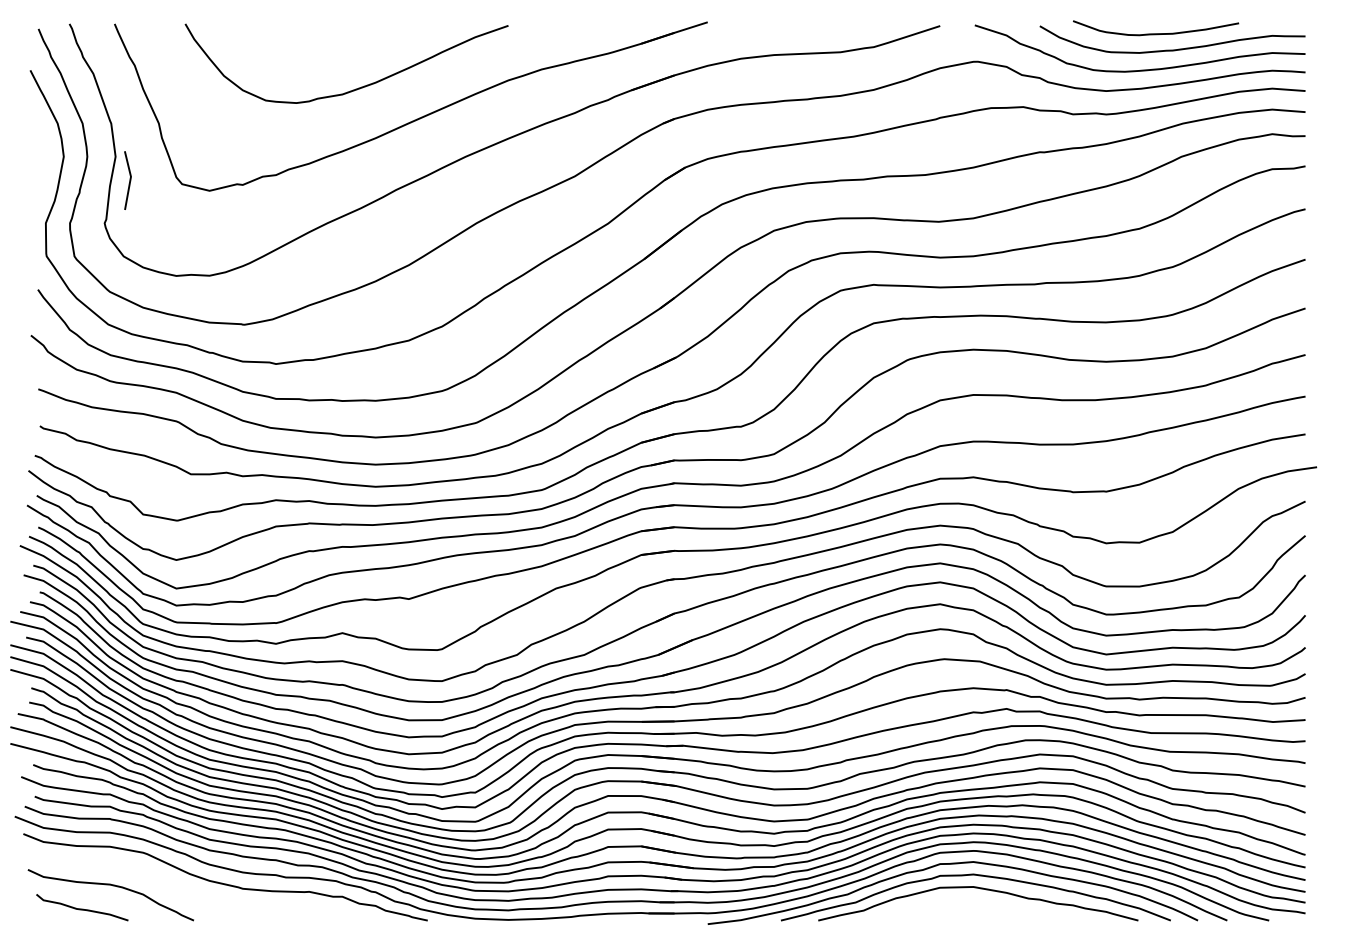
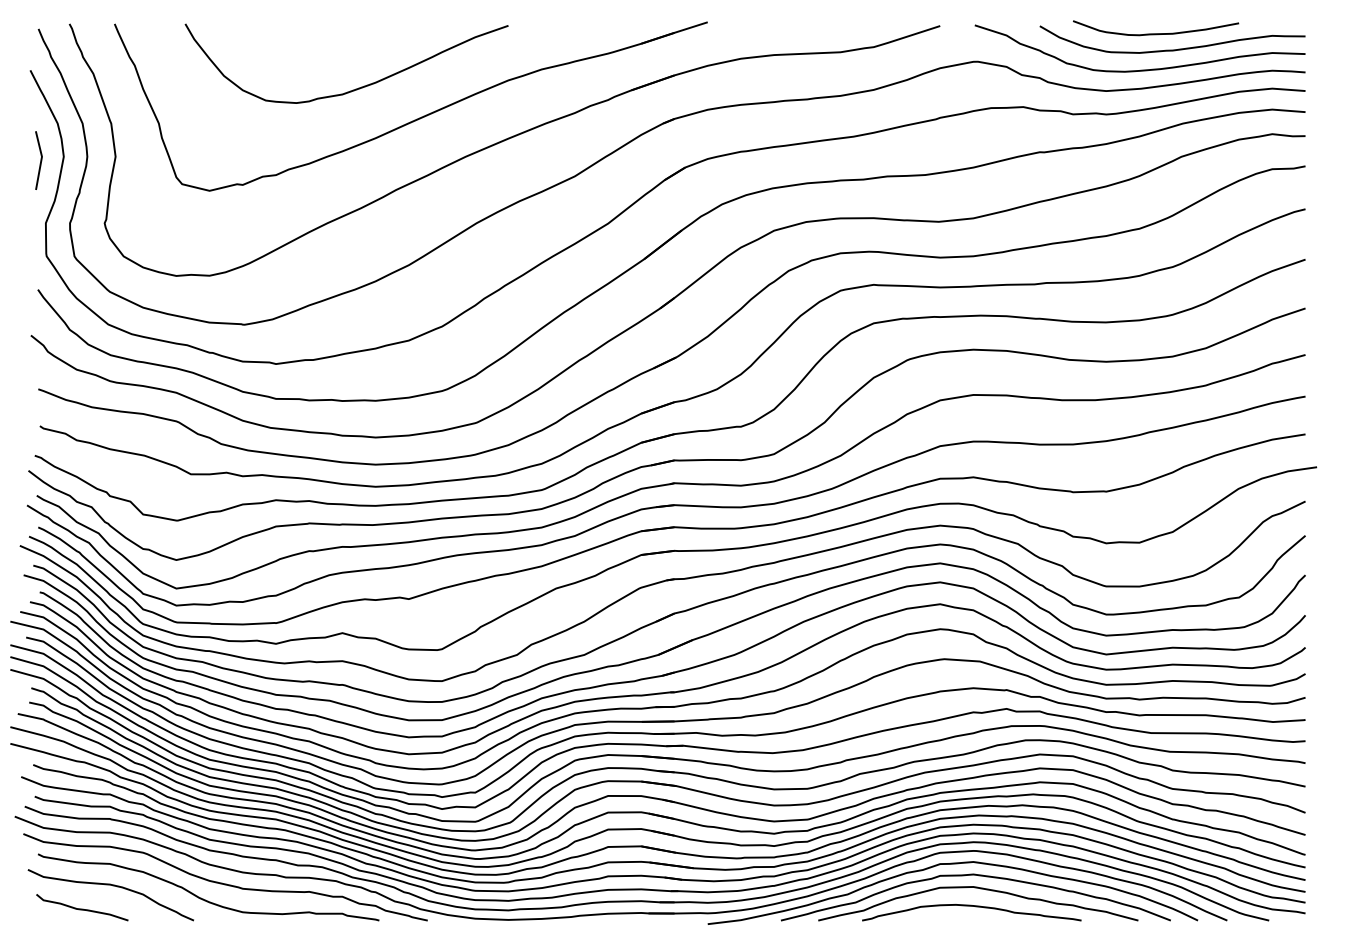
line at (129, 180) position: (129, 180) -> (40, 160)
curve at (203, 898): none -> present
curve at (971, 906): none -> present
